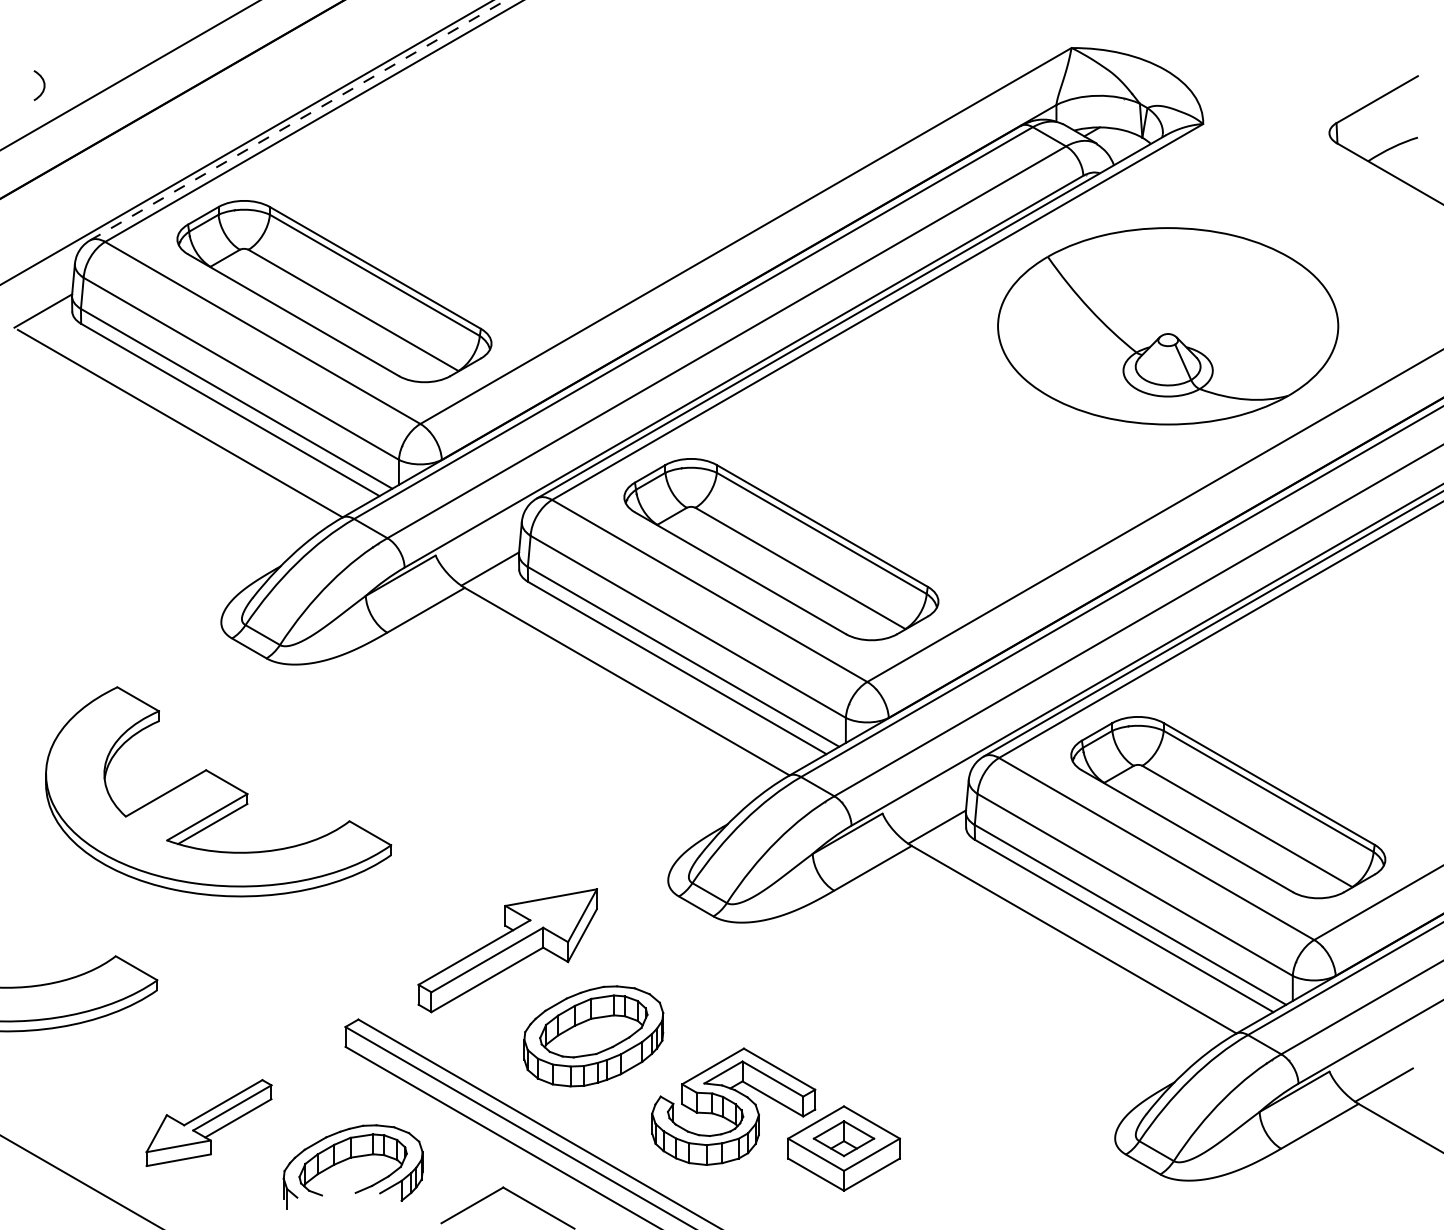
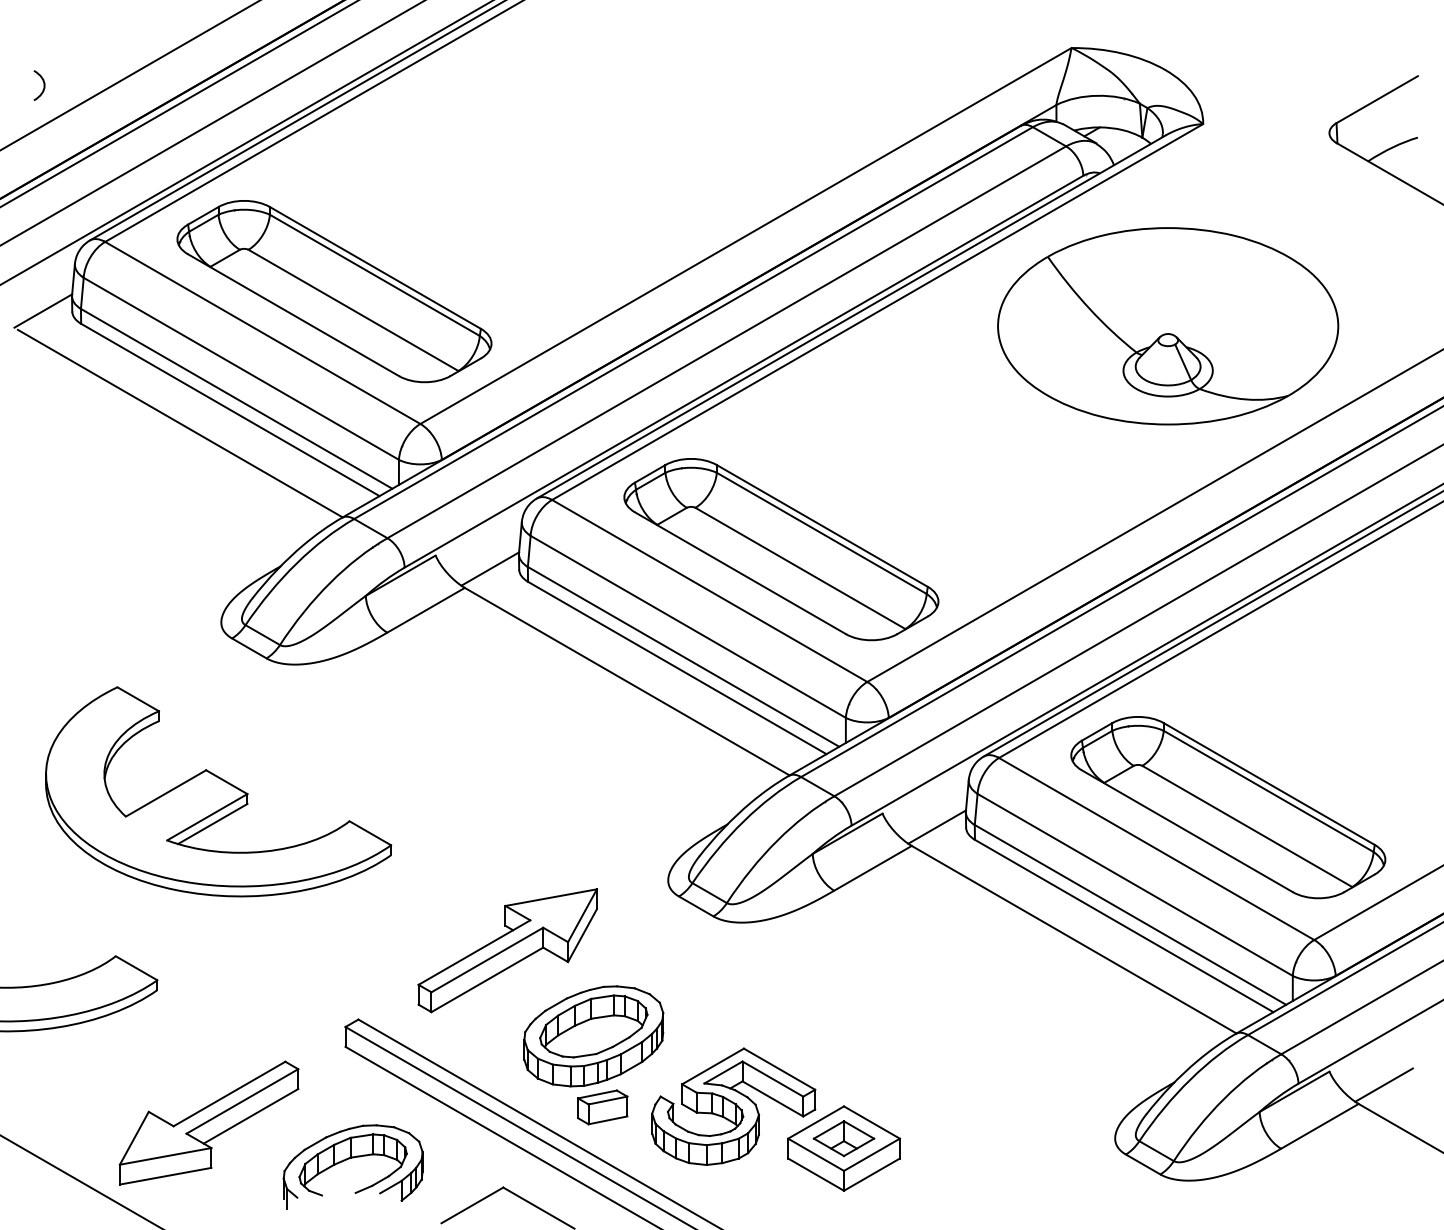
line at (178, 103): none -> present
line at (297, 120): dashed -> solid
line at (211, 123): none -> present
part at (602, 1107): none -> present
part at (208, 1122) size: 128x88 px -> 182x126 px
